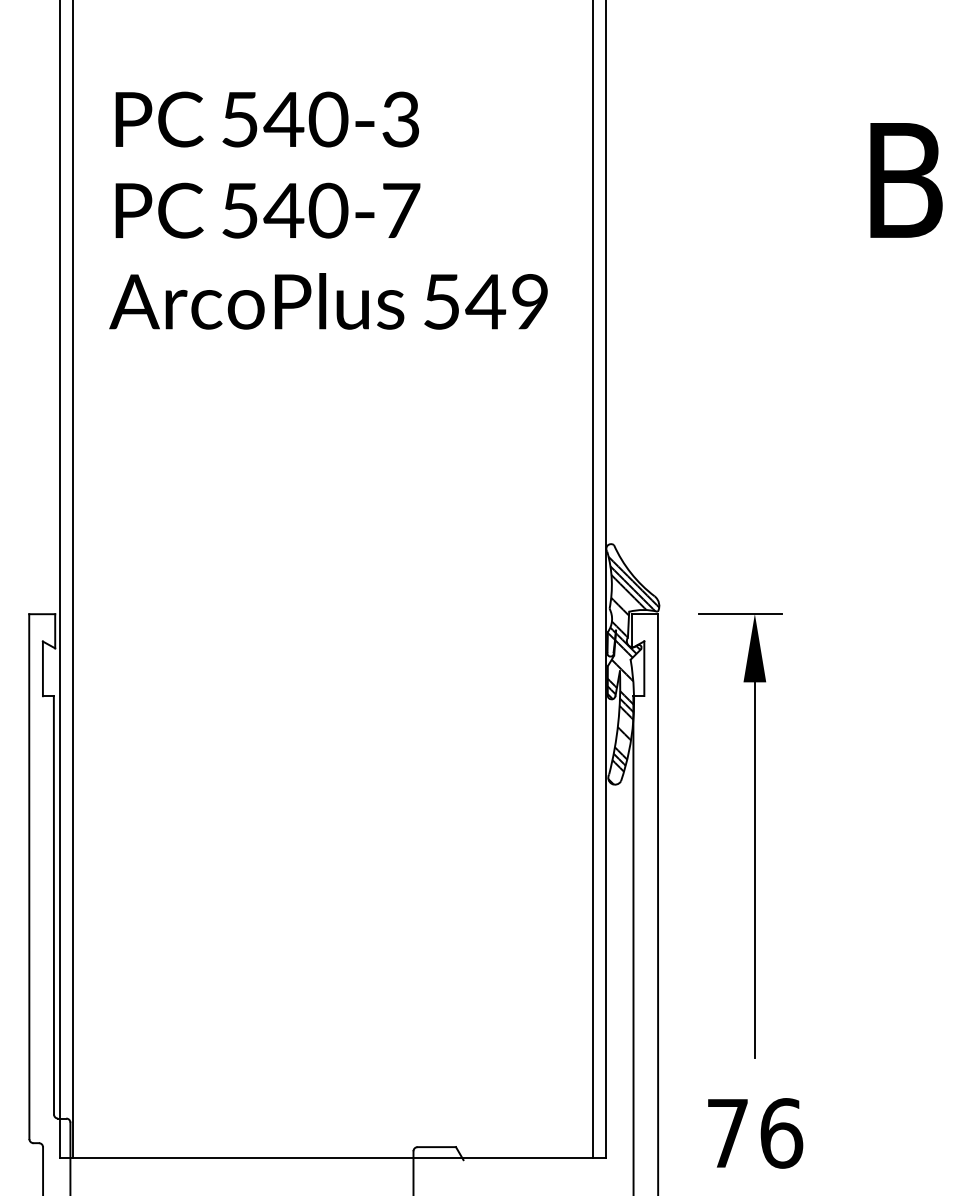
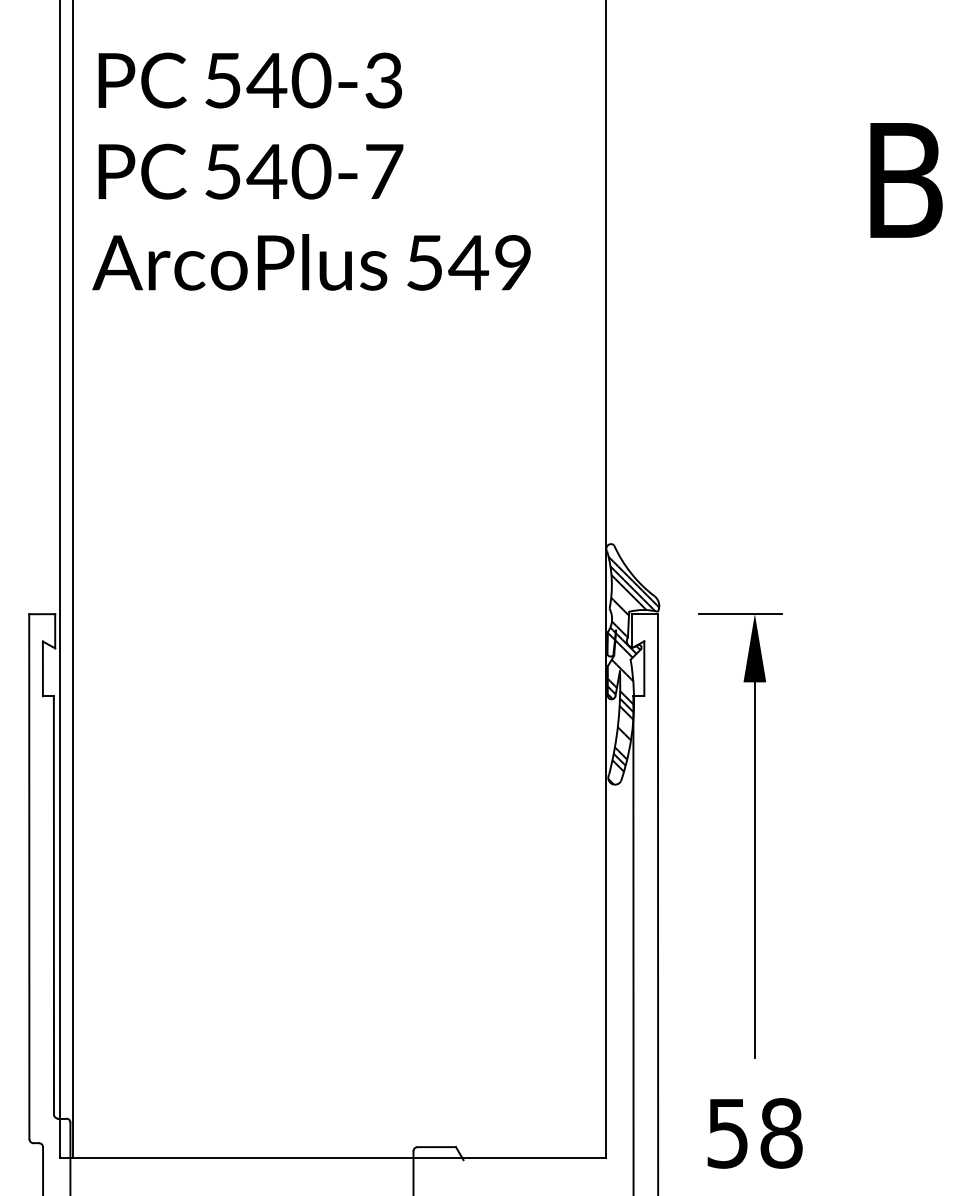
text at (328, 210) position: (328, 210) -> (311, 171)
line at (592, 580): present -> none
text at (755, 1133): 76 -> 58
